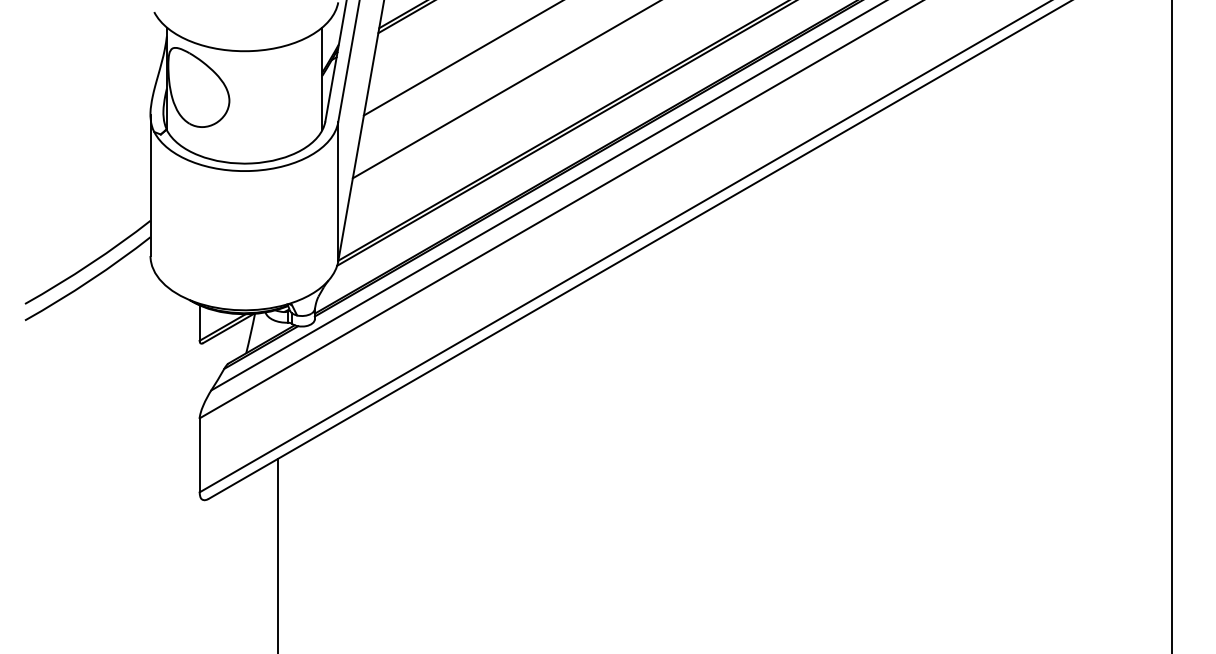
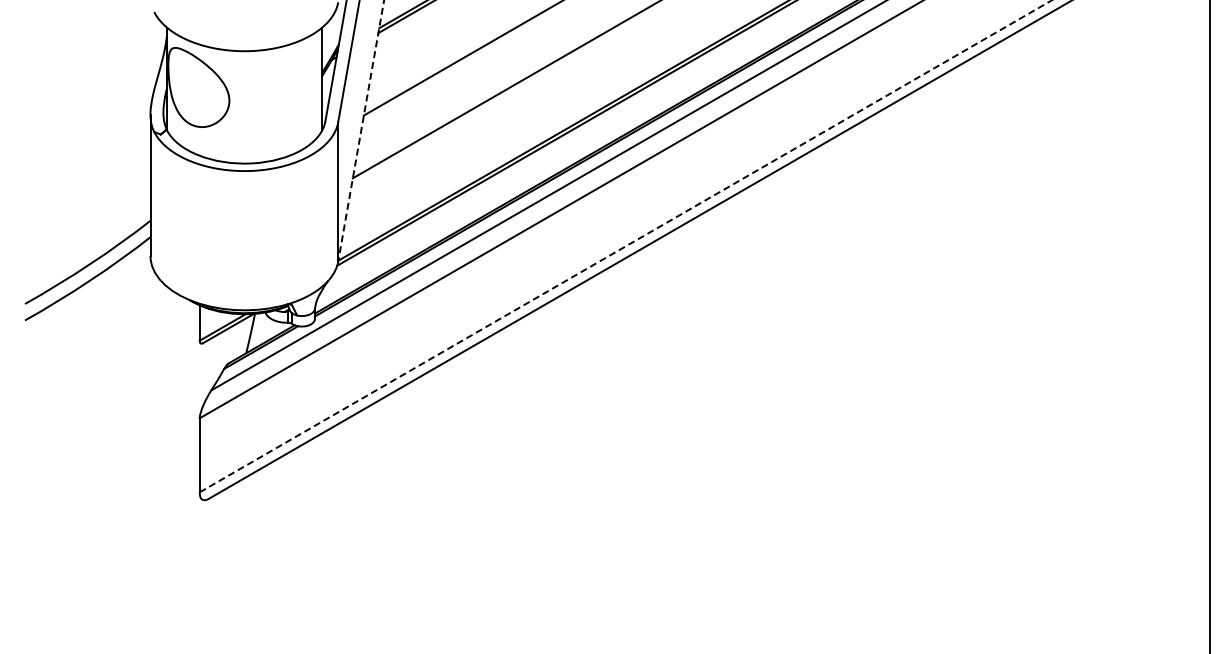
line at (361, 131): solid -> dashed
line at (626, 246): solid -> dashed
line at (1172, 326) position: (1172, 326) -> (1210, 326)
line at (277, 554): present -> none
